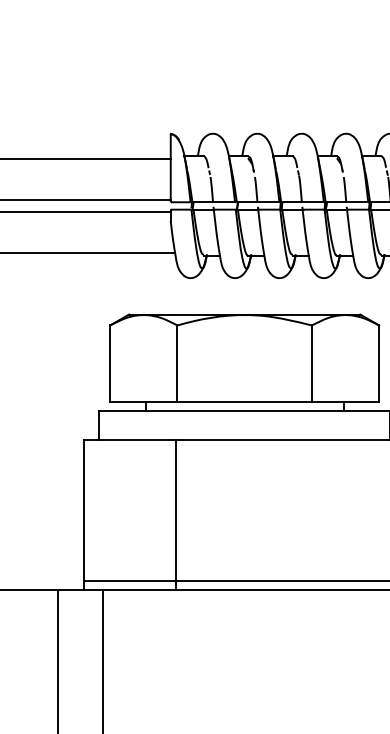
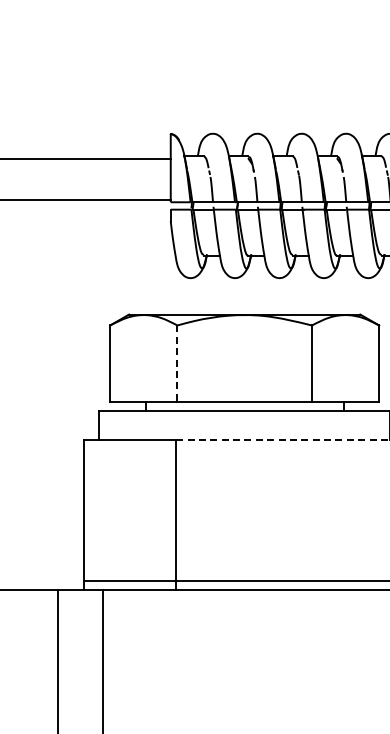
line at (86, 212): present -> none
line at (88, 253): present -> none
line at (177, 364): solid -> dashed
line at (283, 440): solid -> dashed
